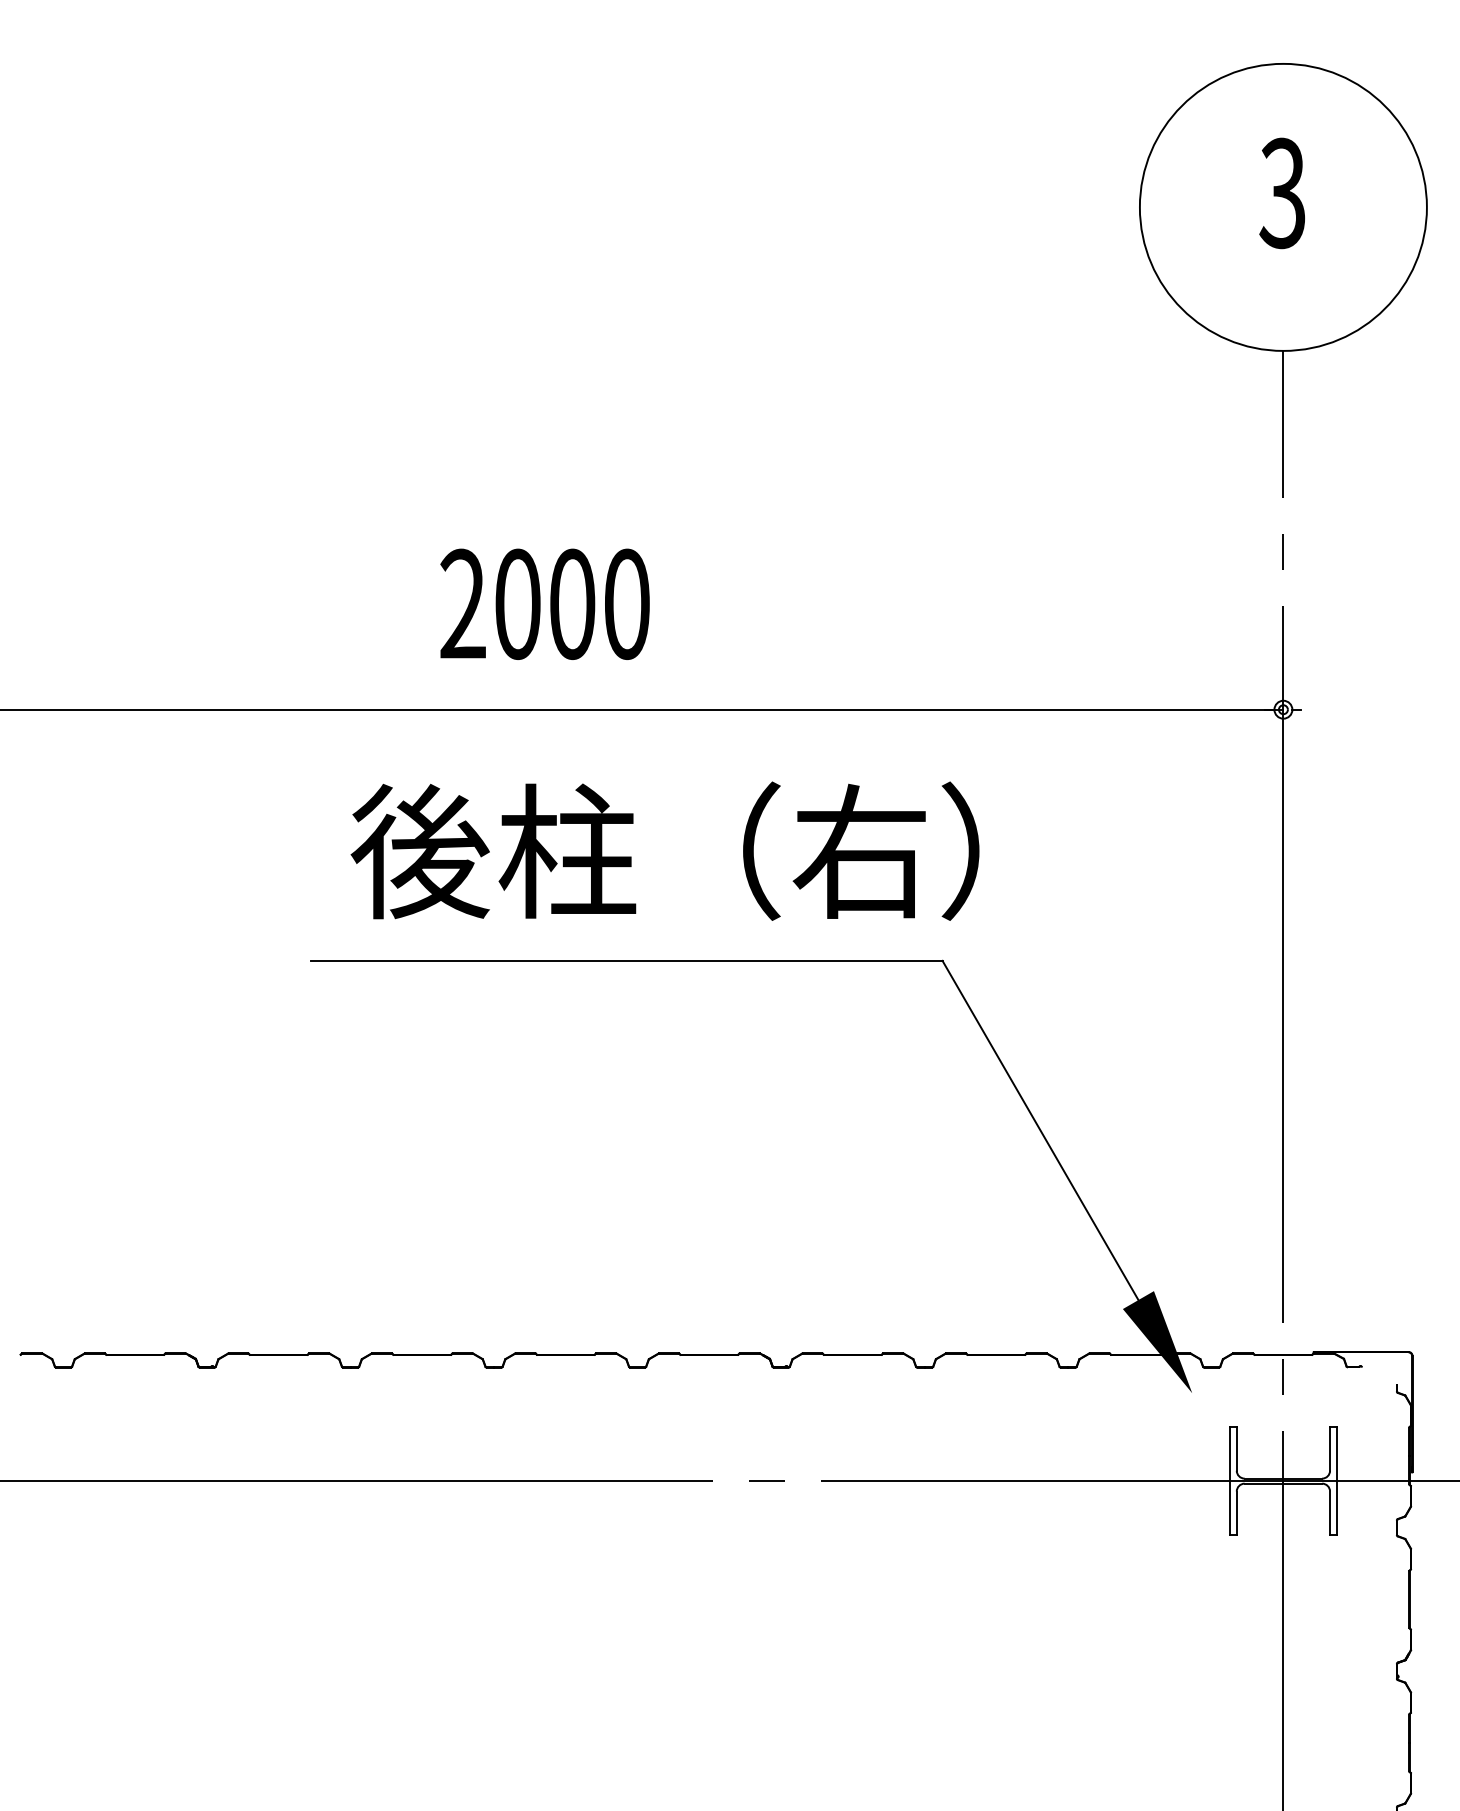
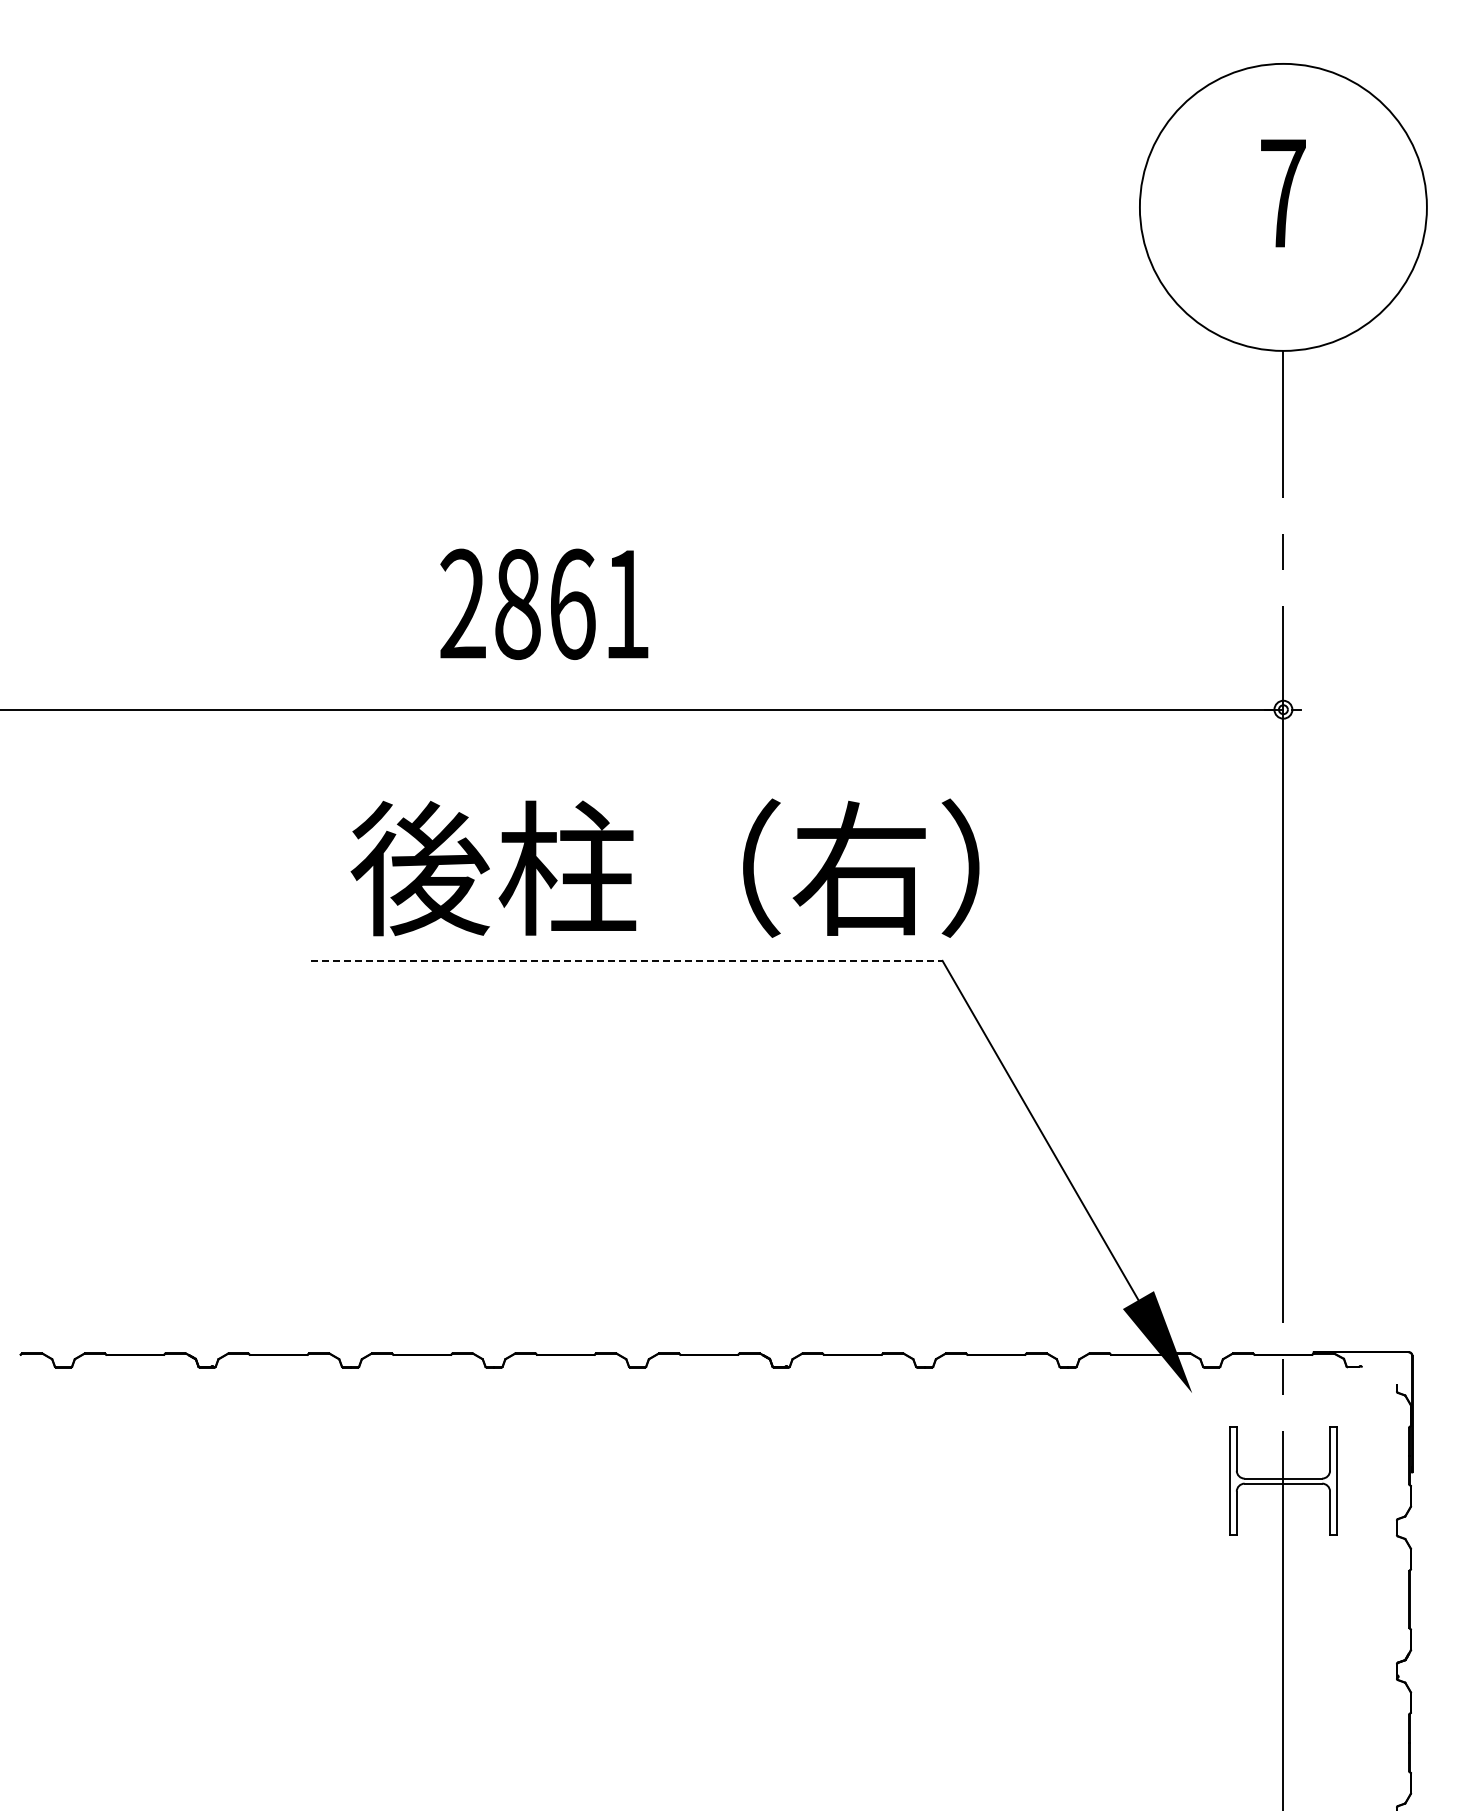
text at (1282, 193): 3 -> 7
text at (572, 604): 2000 -> 2861
text at (664, 850) position: (664, 850) -> (664, 867)
line at (626, 960): solid -> dashed
line at (729, 1481): present -> none
